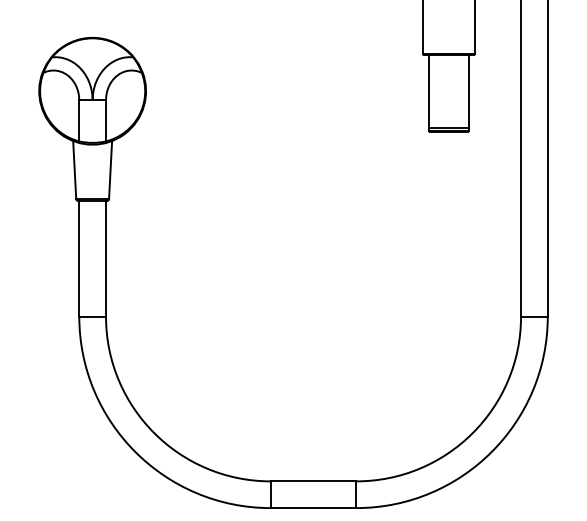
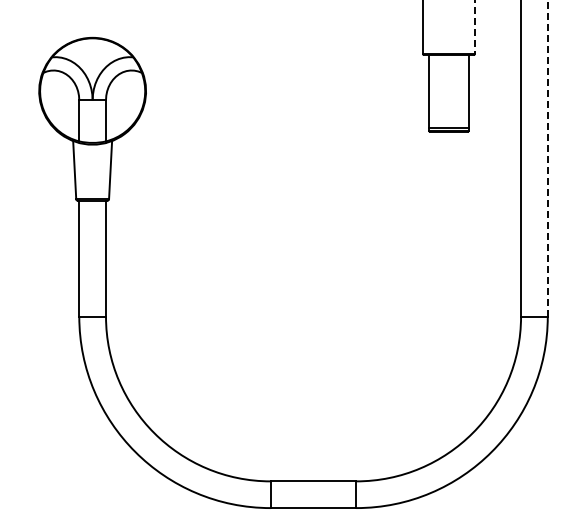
line at (474, 27): solid -> dashed
line at (547, 158): solid -> dashed
